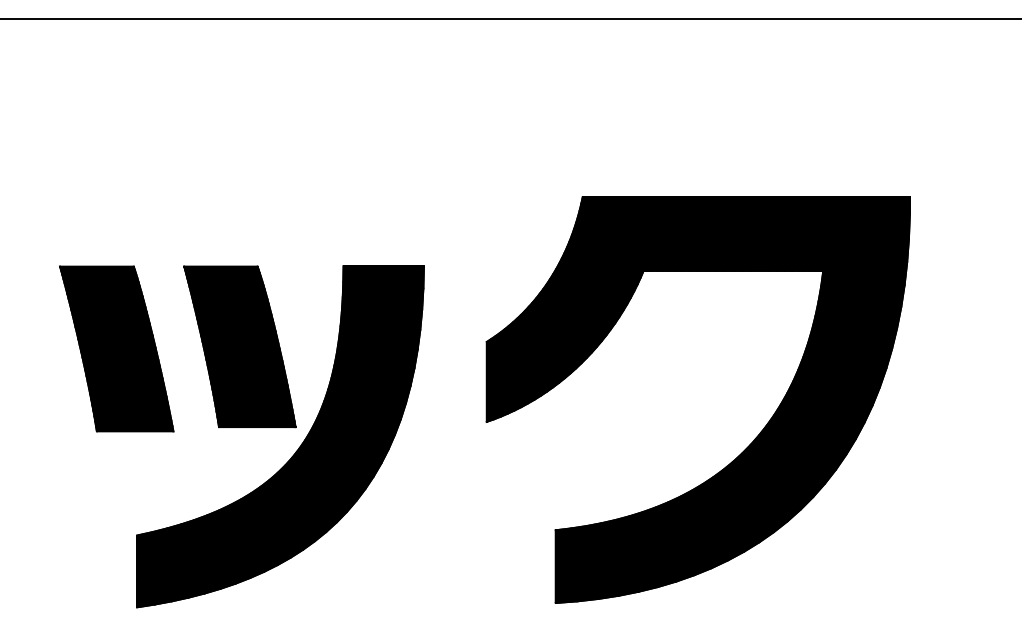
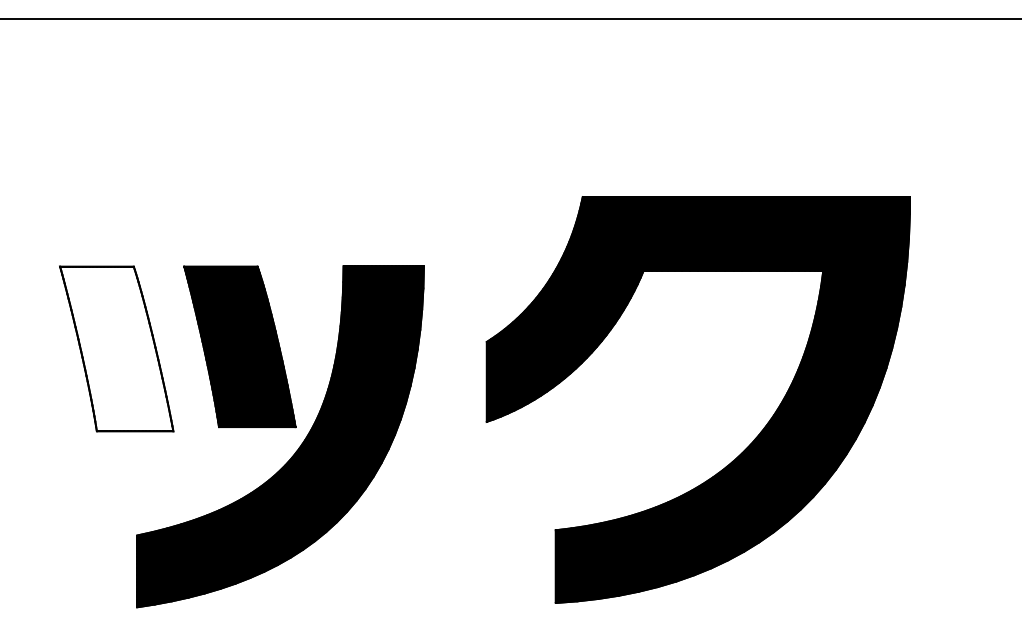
fill at (116, 348): present -> none
